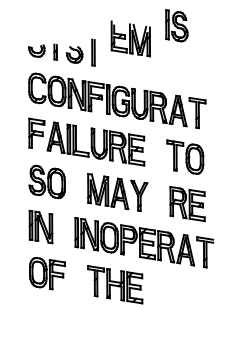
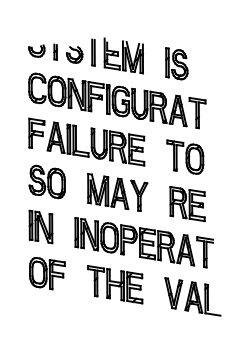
part at (176, 25) position: (176, 25) -> (176, 63)
part at (130, 38) position: (130, 38) -> (123, 55)
part at (192, 296): none -> present
